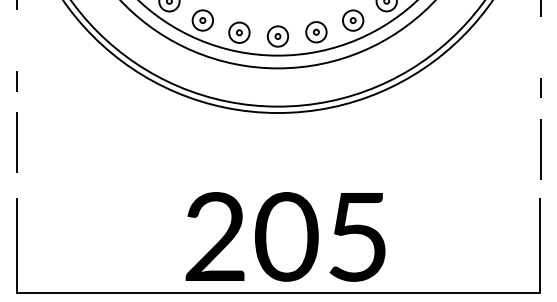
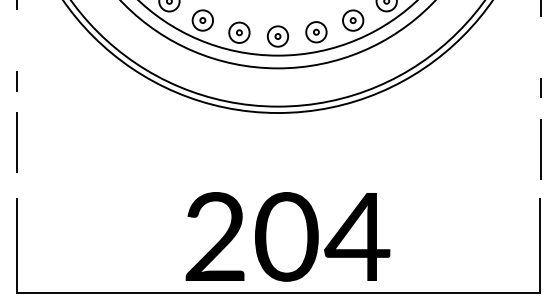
text at (357, 237): 205 -> 204
